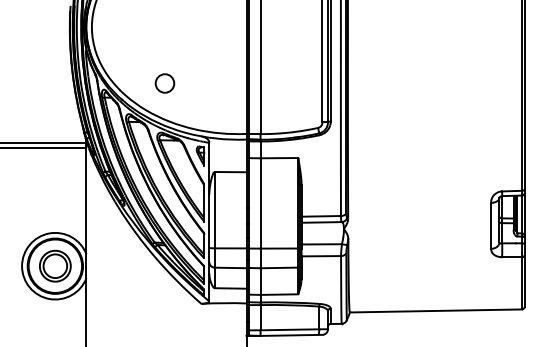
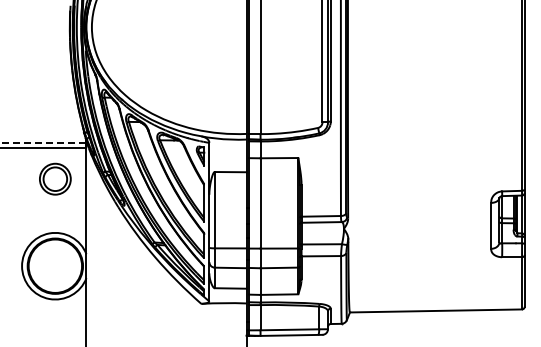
circle at (164, 83): present -> none
line at (43, 142): solid -> dashed
part at (55, 265) position: (55, 265) -> (55, 178)
